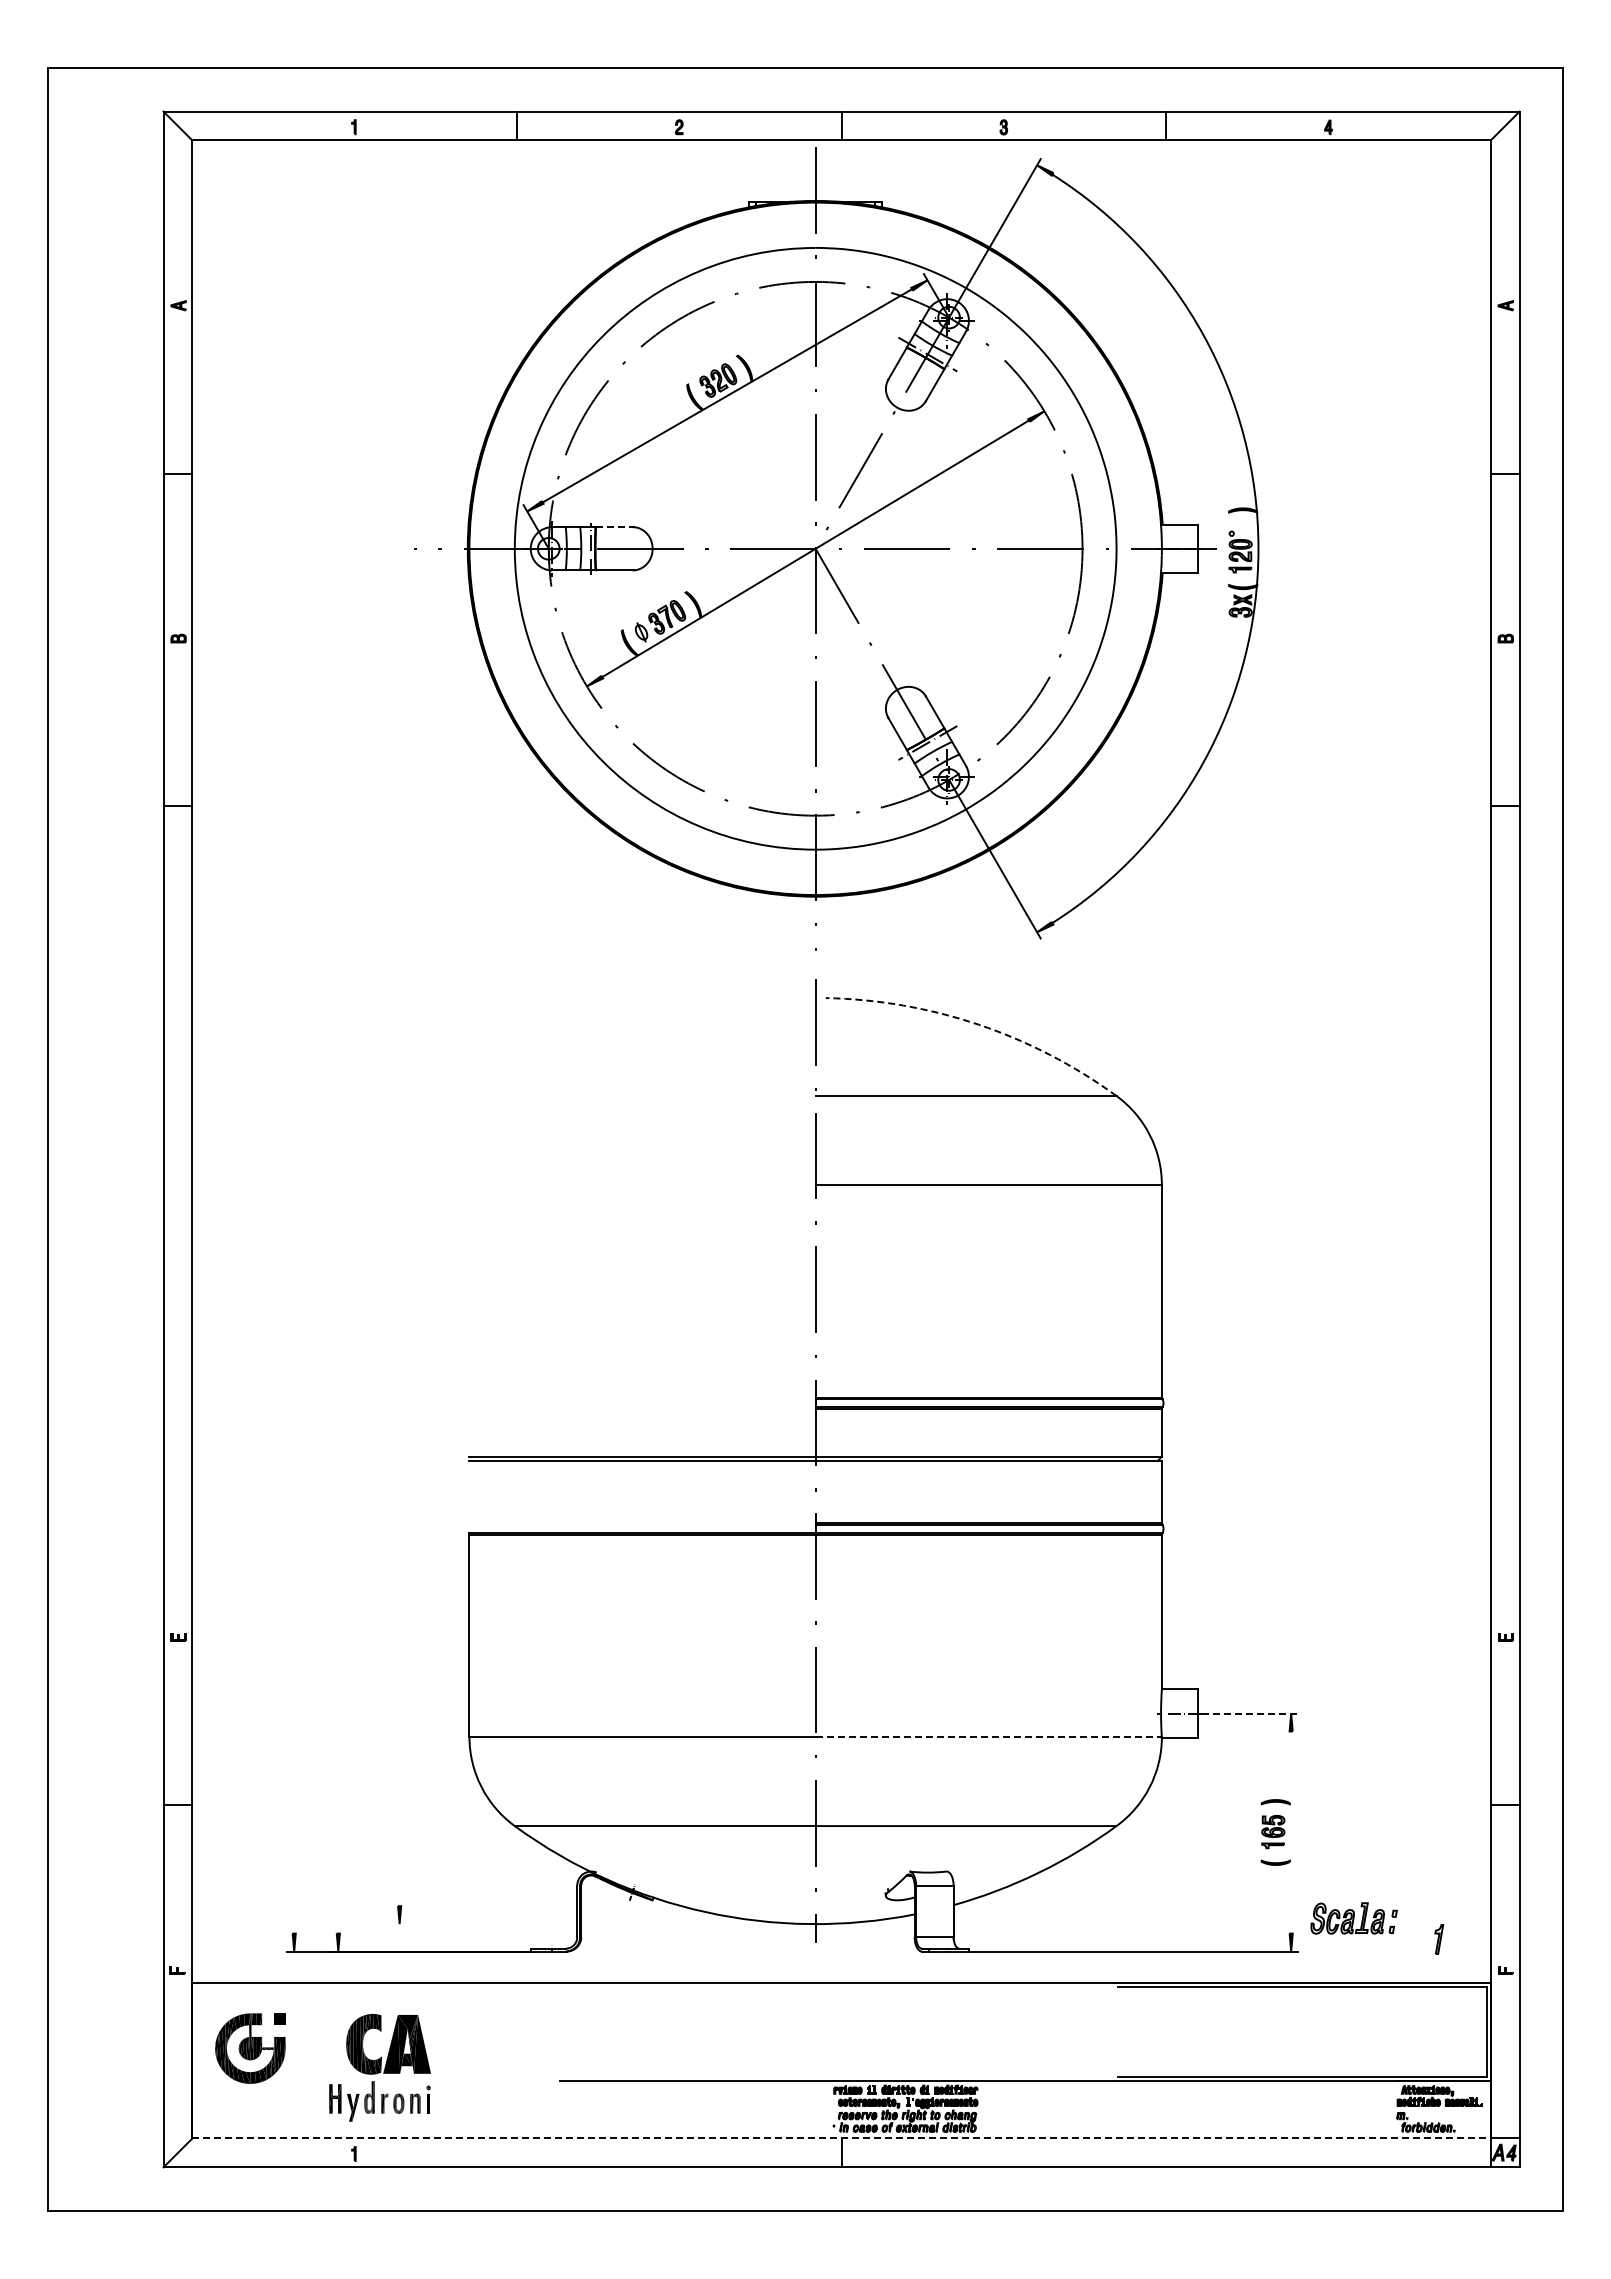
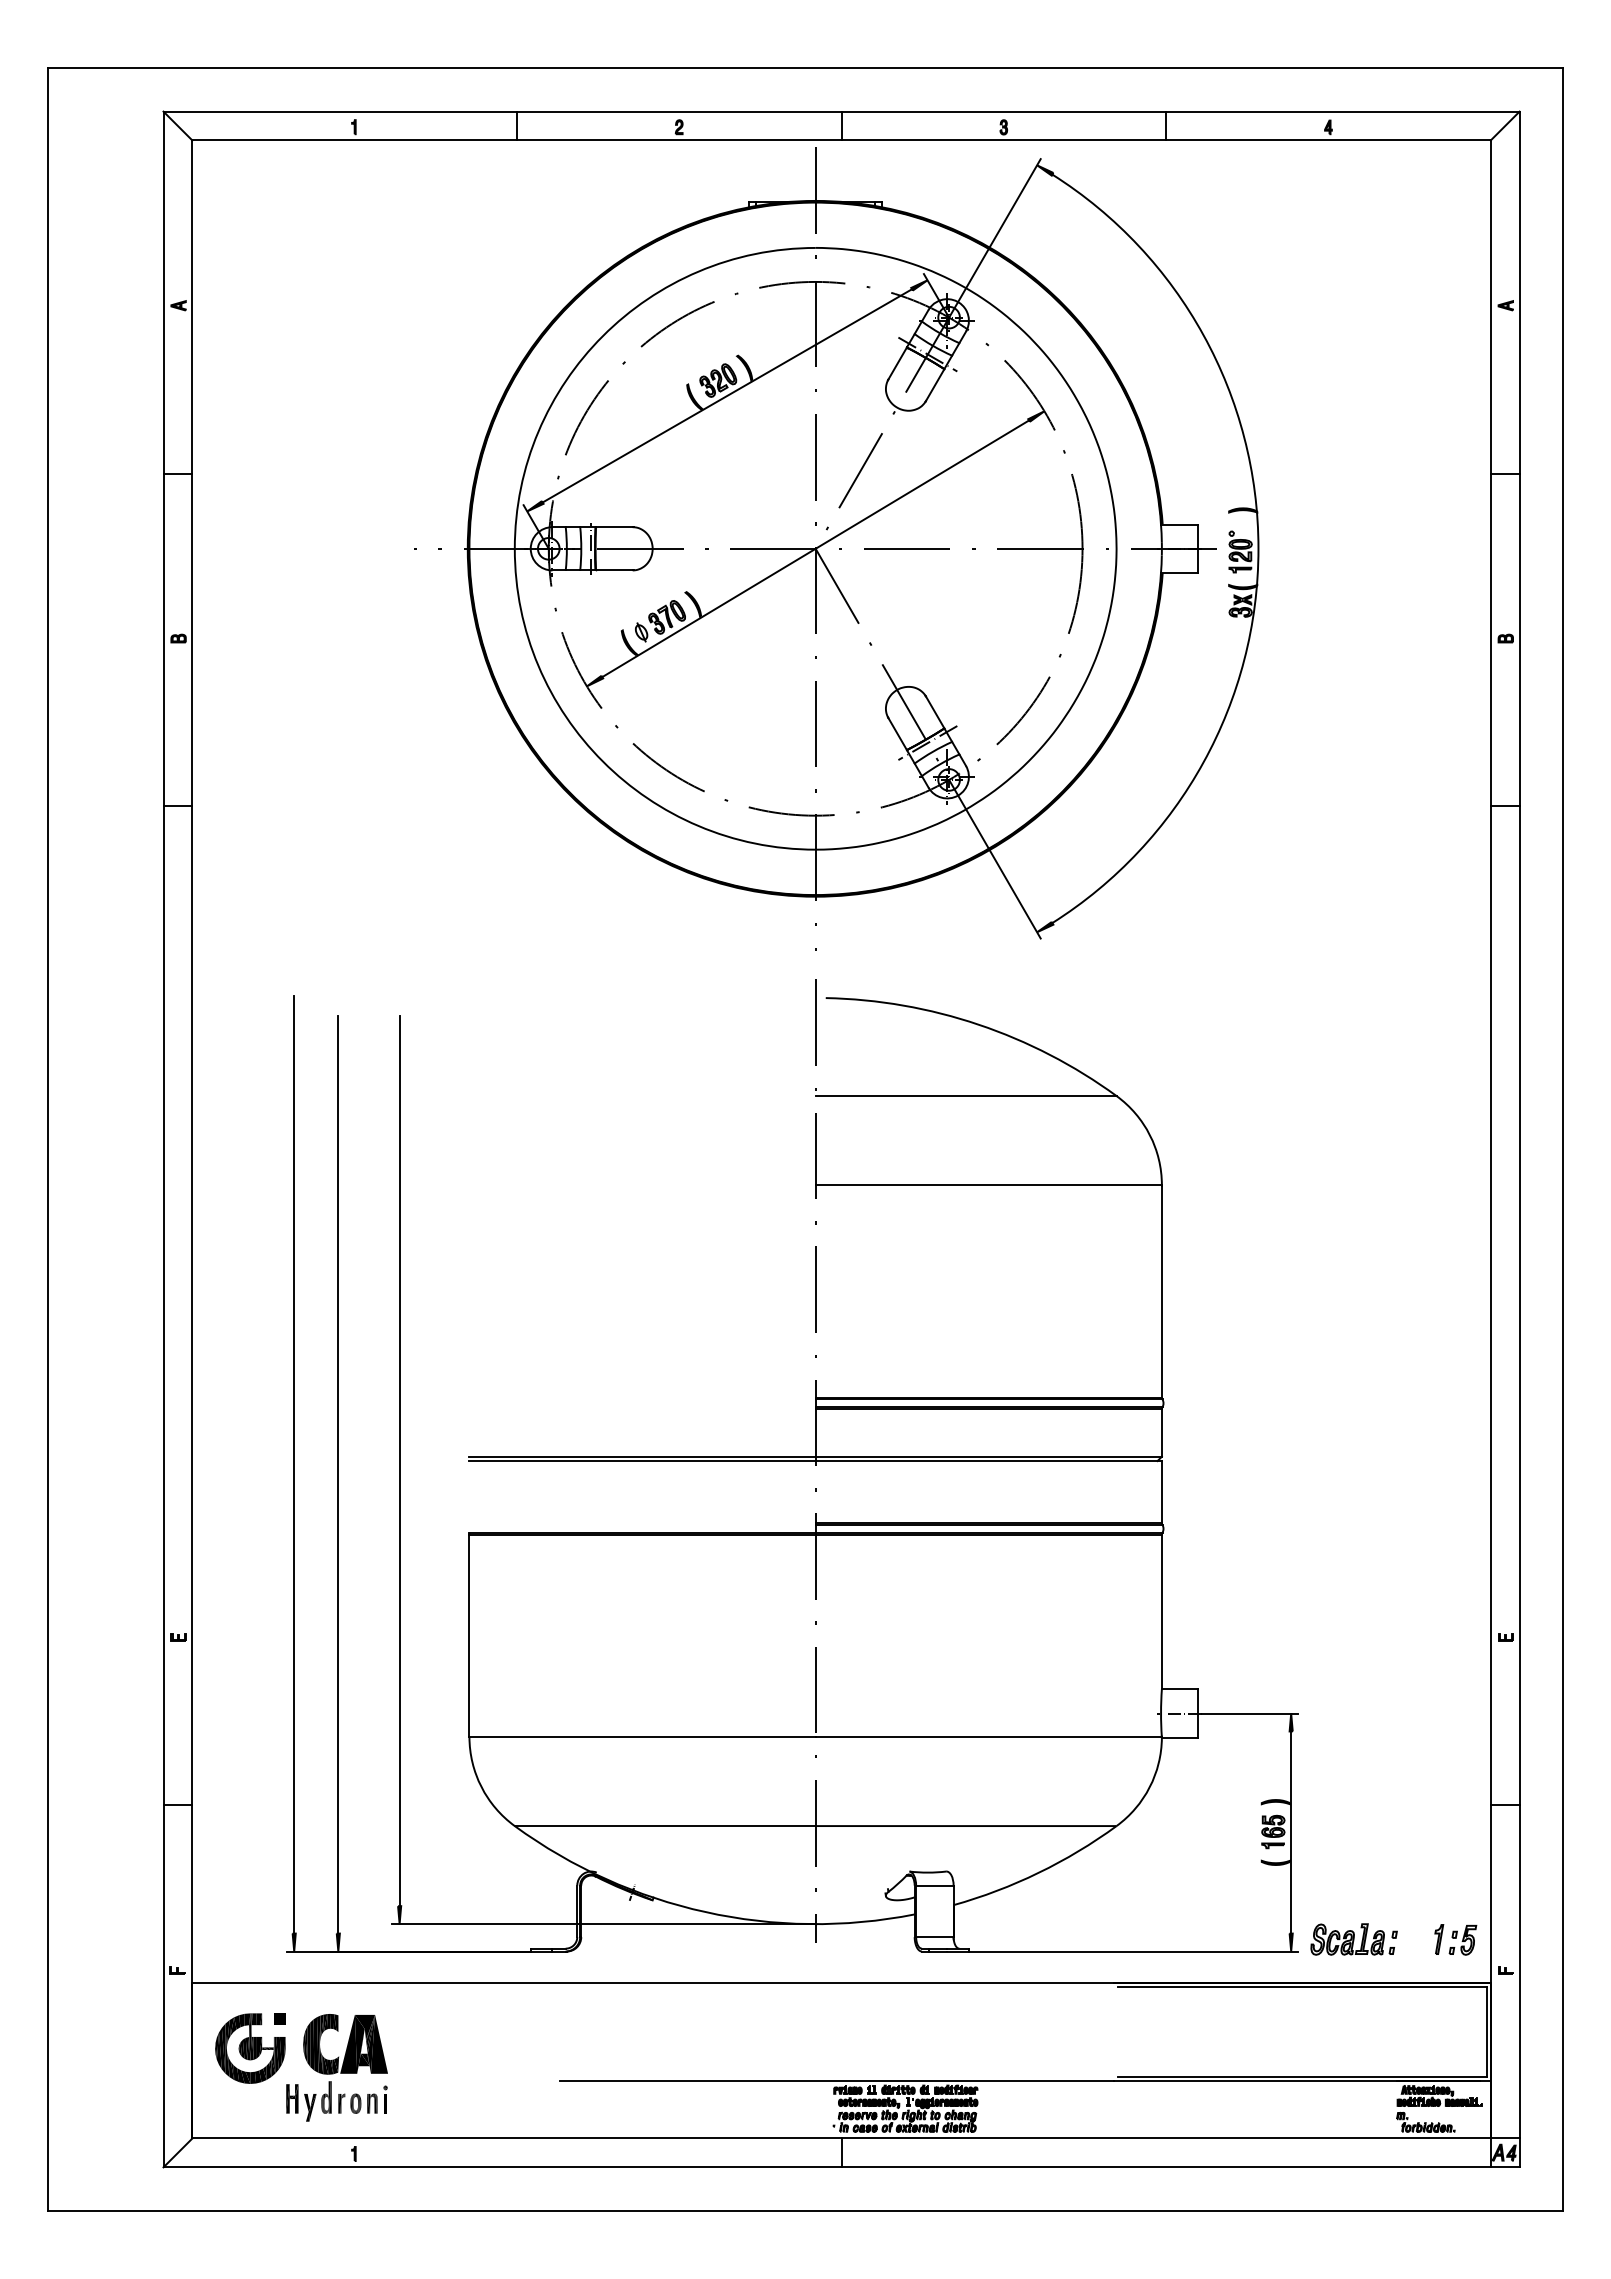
line at (614, 527): dashed -> solid
arc at (978, 1024): dashed -> solid
line at (399, 1461): none -> present
line at (294, 1464): none -> present
line at (338, 1474): none -> present
line at (1250, 1713): dashed -> solid
line at (989, 1736): dashed -> solid
line at (1291, 1832): none -> present
part at (1353, 1918) position: (1353, 1918) -> (1353, 1939)
line at (603, 1924): none -> present
part at (1462, 1939): none -> present
part at (379, 2067) position: (379, 2067) -> (336, 2067)
line at (842, 2138): dashed -> solid
